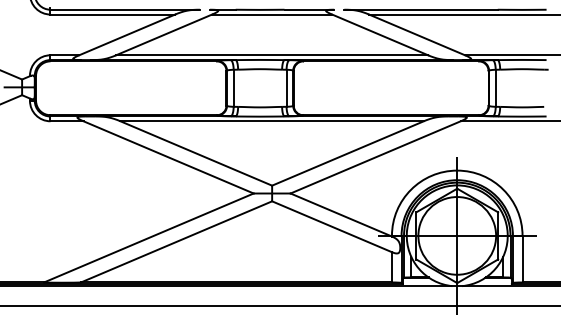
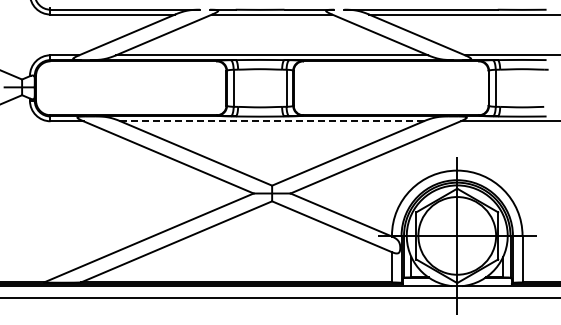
line at (272, 121): solid -> dashed
line at (279, 305) position: (279, 305) -> (279, 297)
